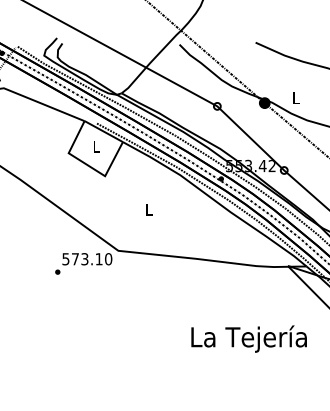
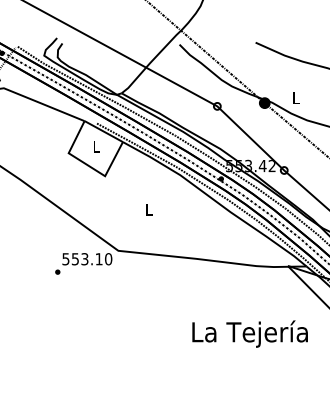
text at (74, 259): 573.10 -> 553.10
text at (248, 338) position: (248, 338) -> (249, 333)
